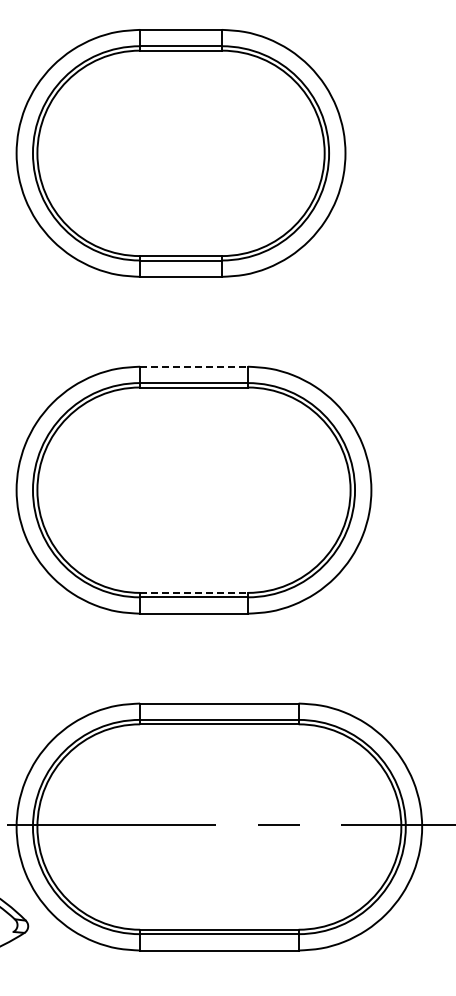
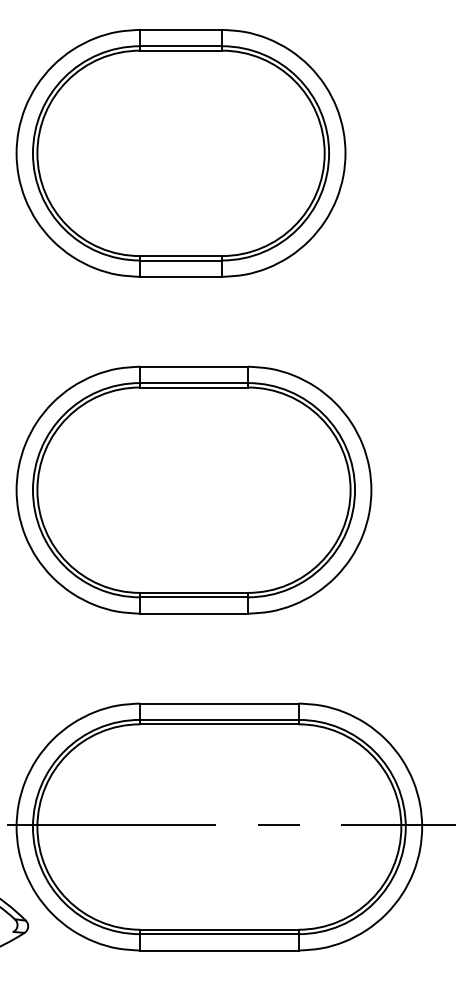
line at (194, 366): dashed -> solid
line at (194, 592): dashed -> solid
